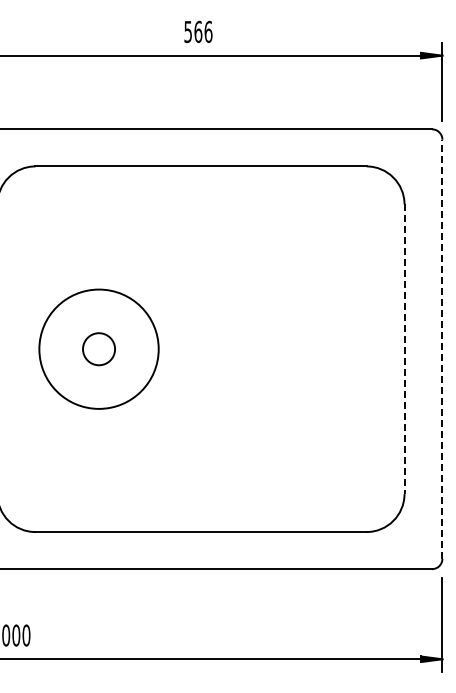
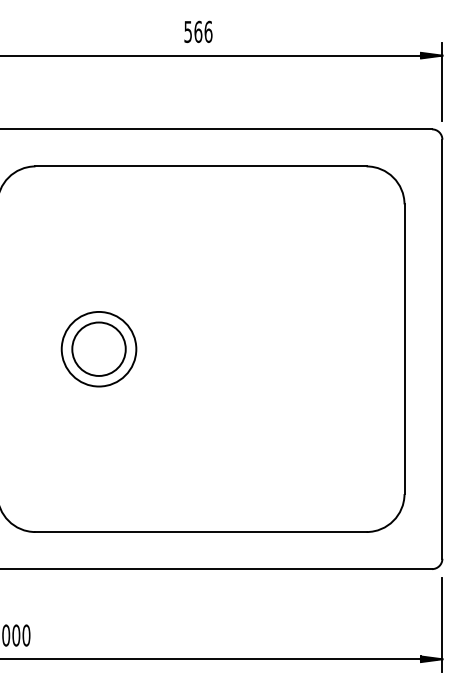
circle at (98, 348) diameter: 119 px -> 75 px
circle at (99, 349) diameter: 32 px -> 53 px
line at (404, 349): dashed -> solid
line at (442, 349): dashed -> solid
